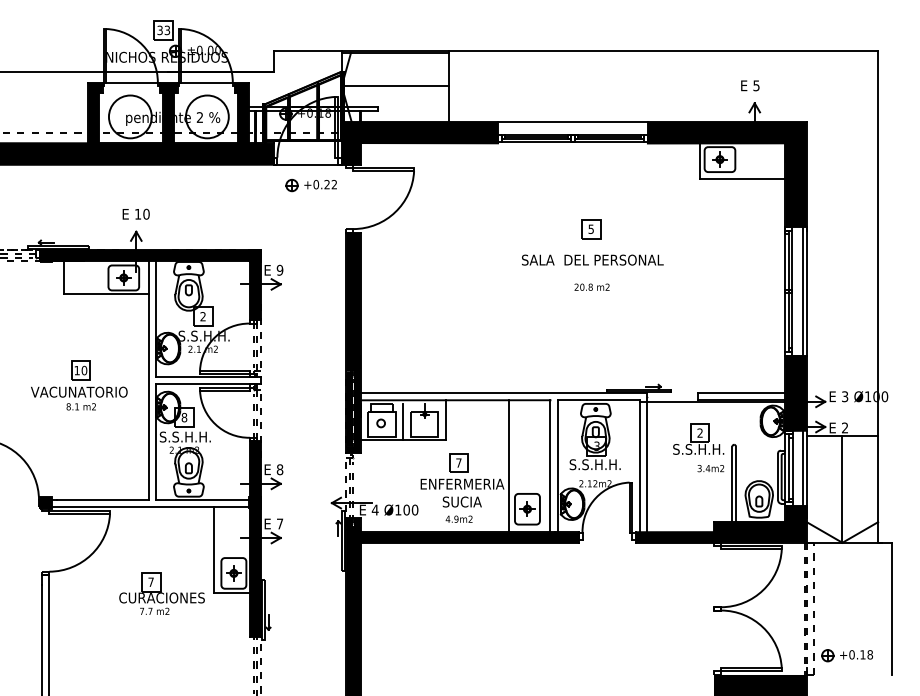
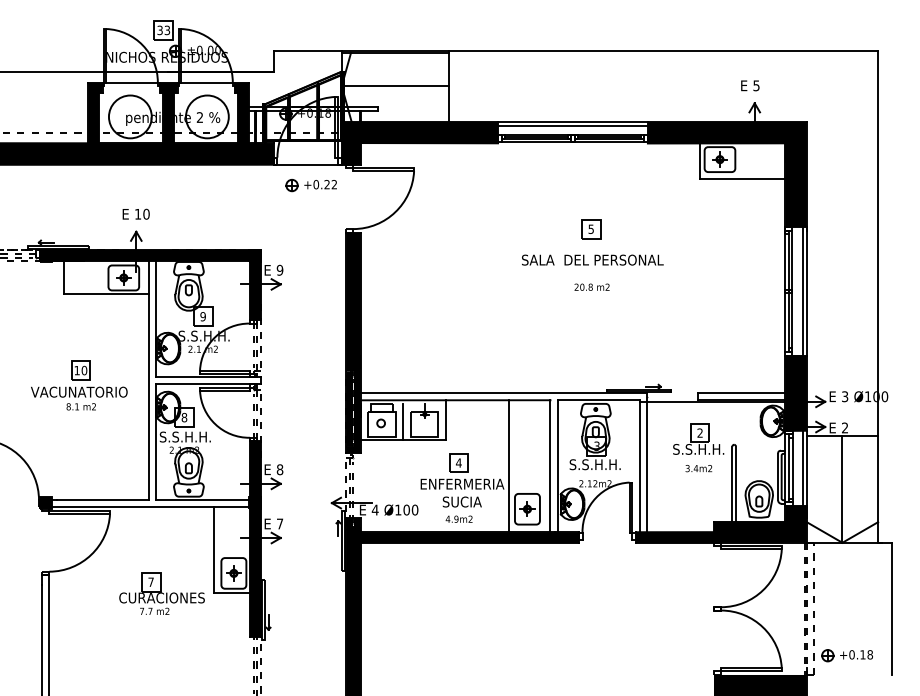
line at (572, 125): none -> present
text at (202, 316): 2 -> 9
text at (458, 462): 7 -> 4
text at (710, 468) position: (710, 468) -> (698, 468)
